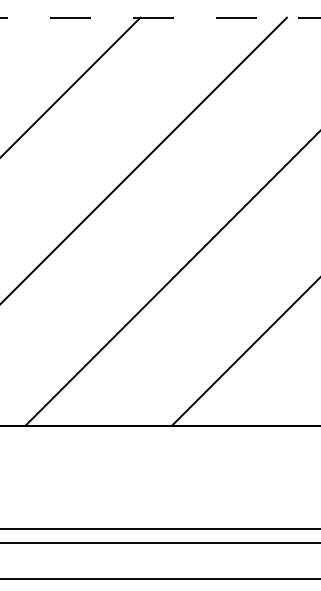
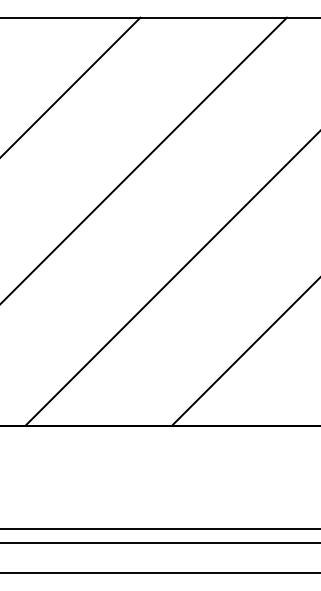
line at (160, 17): dashed -> solid
line at (159, 579) position: (159, 579) -> (159, 573)
